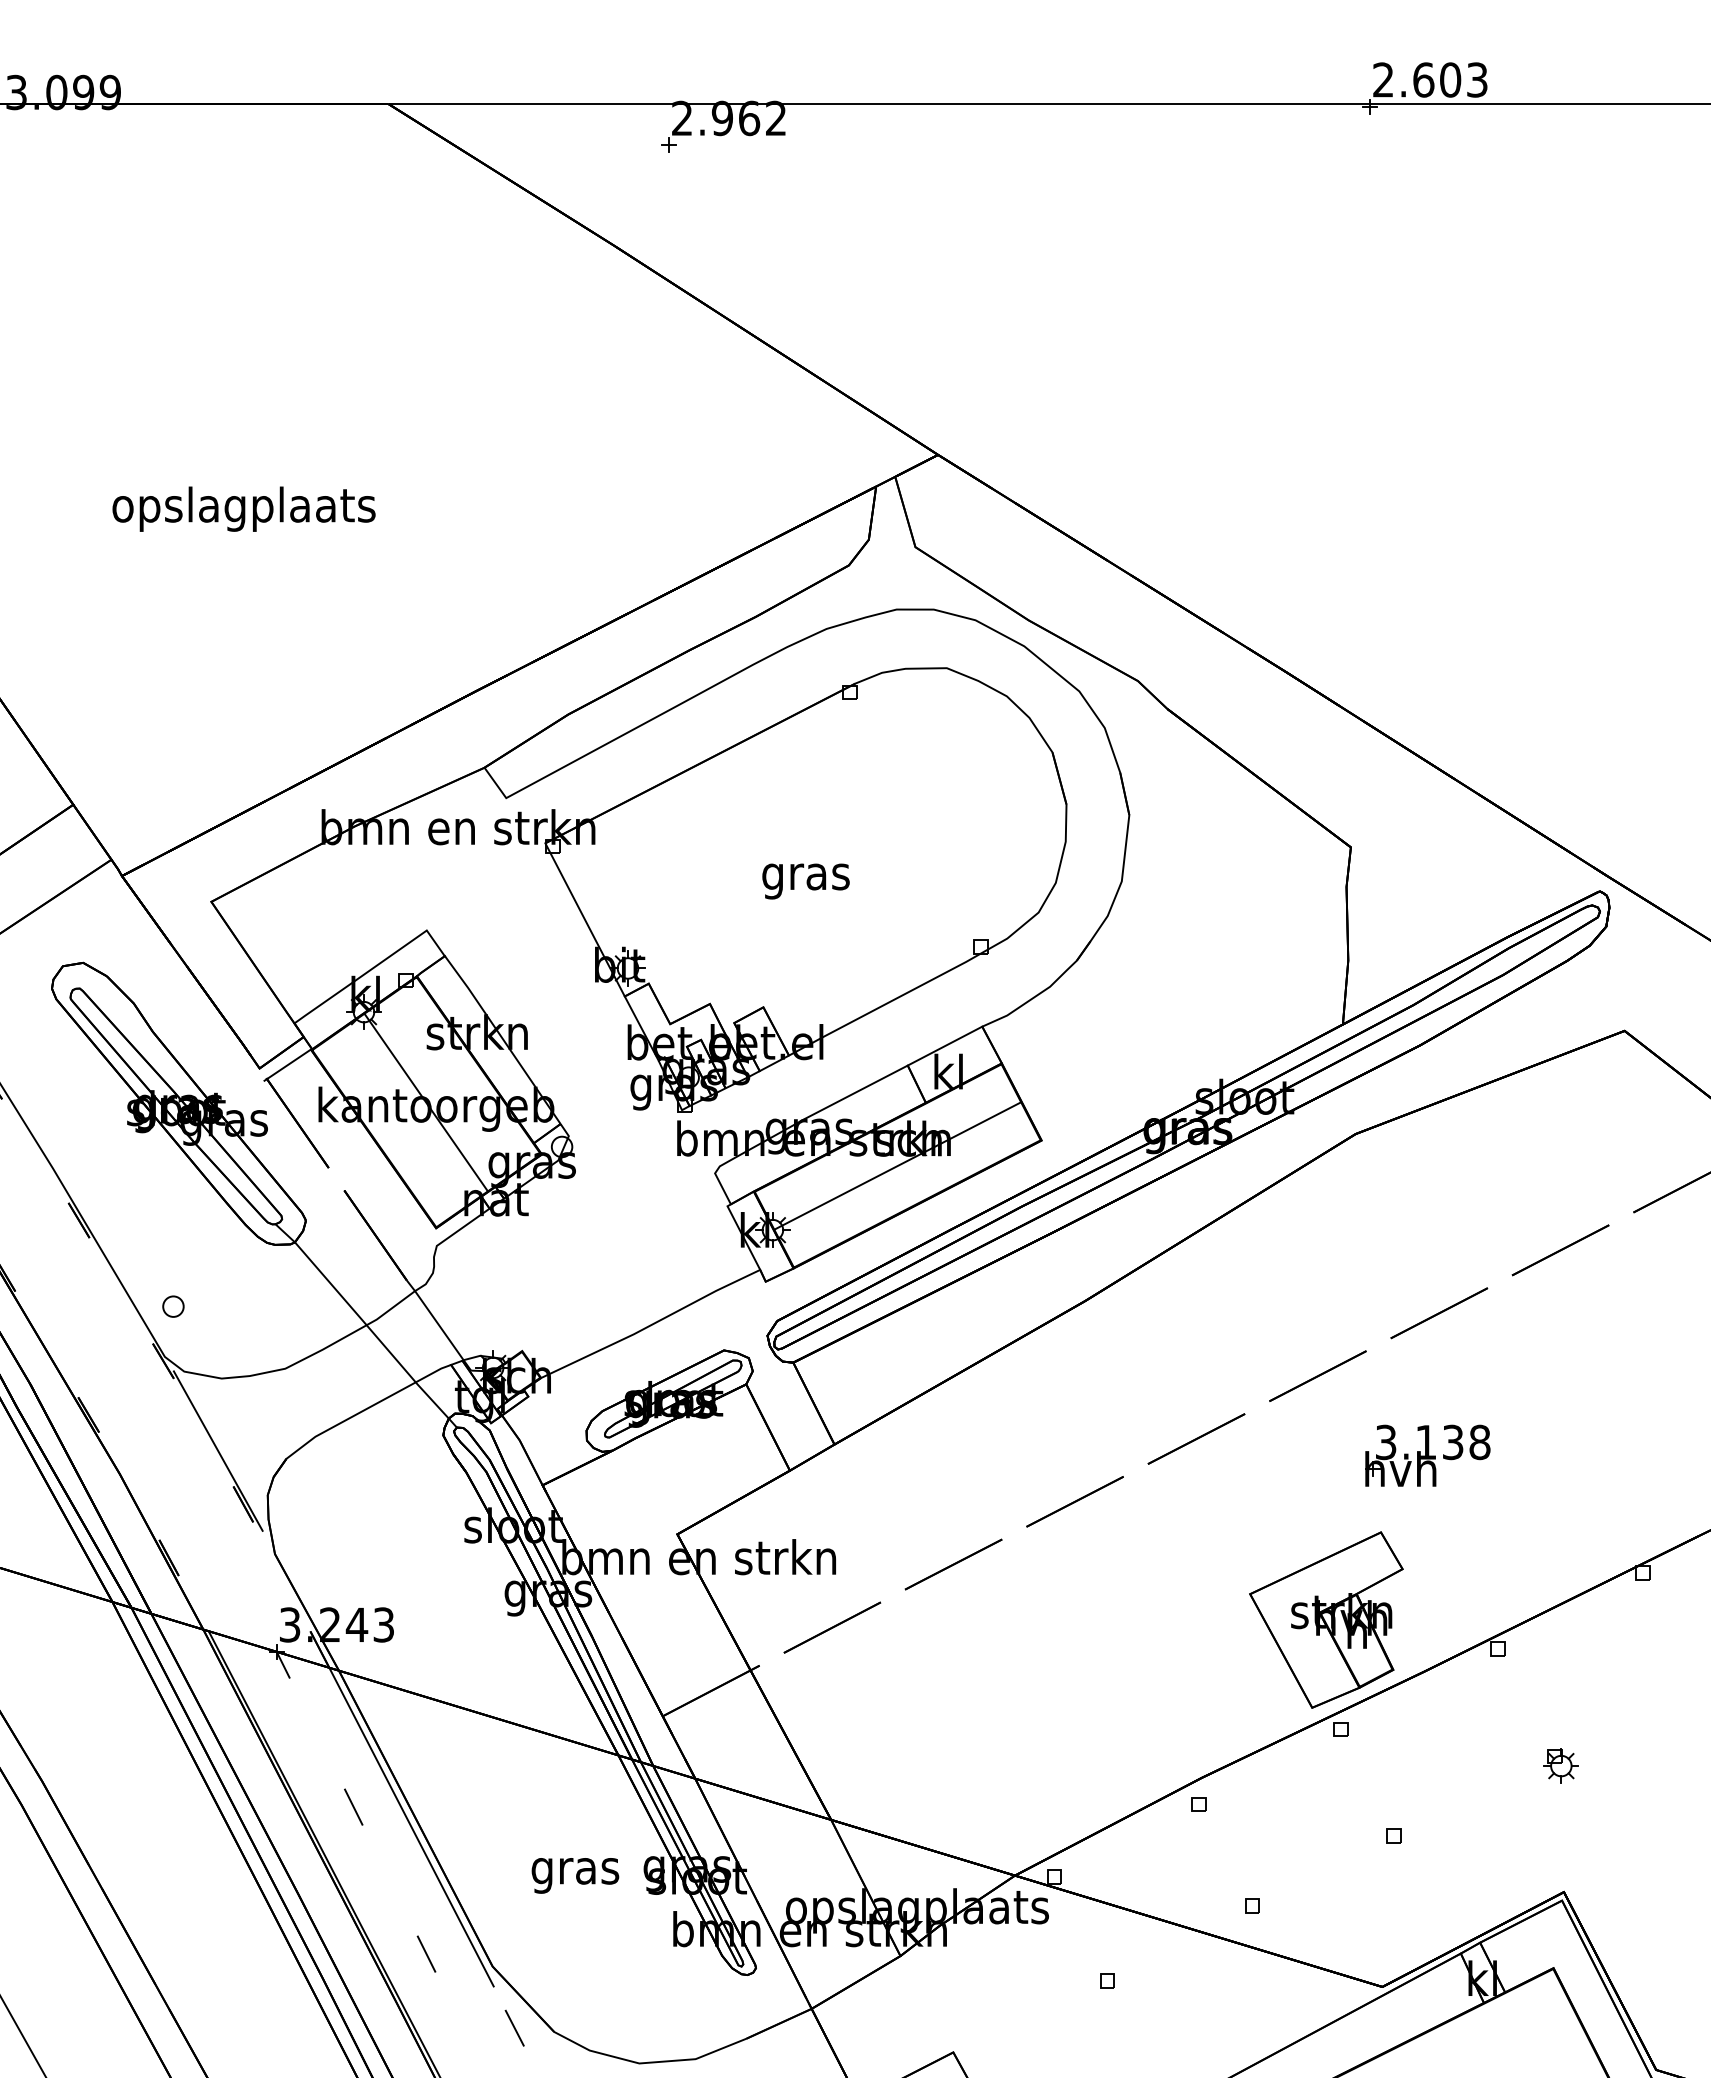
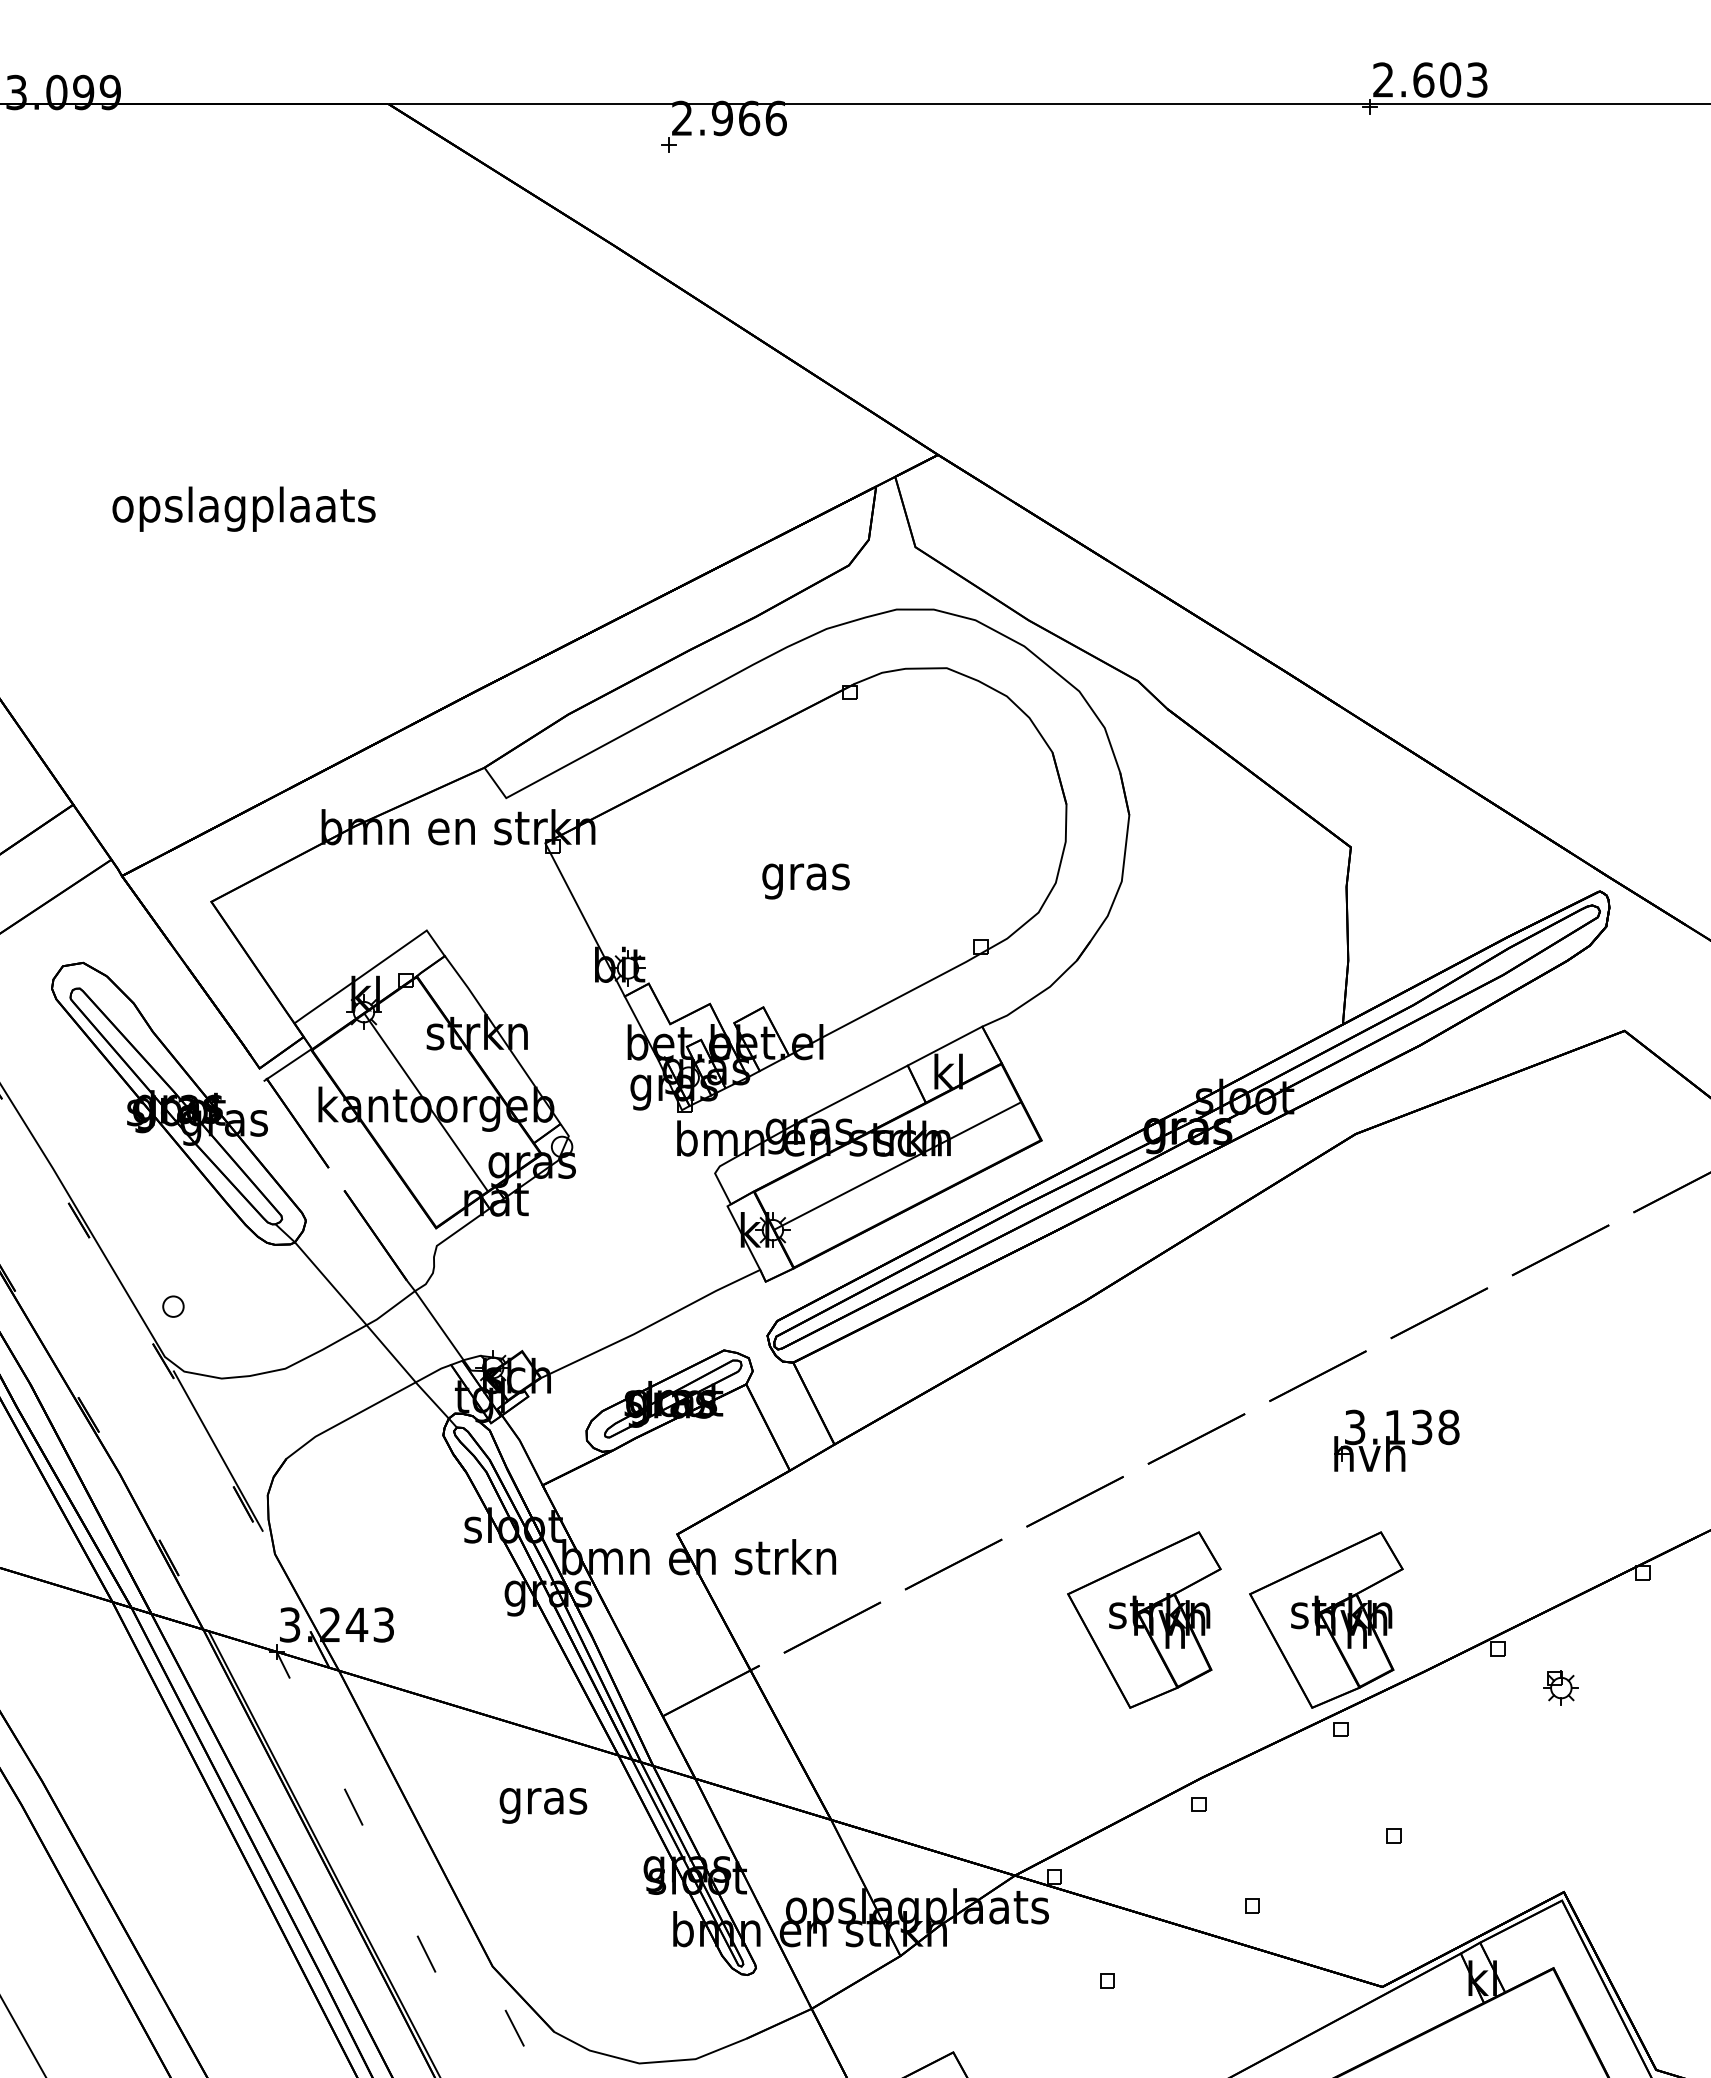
text at (775, 118): 2.962 -> 2.966
part at (1427, 1455) position: (1427, 1455) -> (1396, 1440)
part at (1144, 1619): none -> present
part at (1560, 1765) position: (1560, 1765) -> (1560, 1687)
line at (411, 1826): present -> none
text at (575, 1875) position: (575, 1875) -> (543, 1805)
